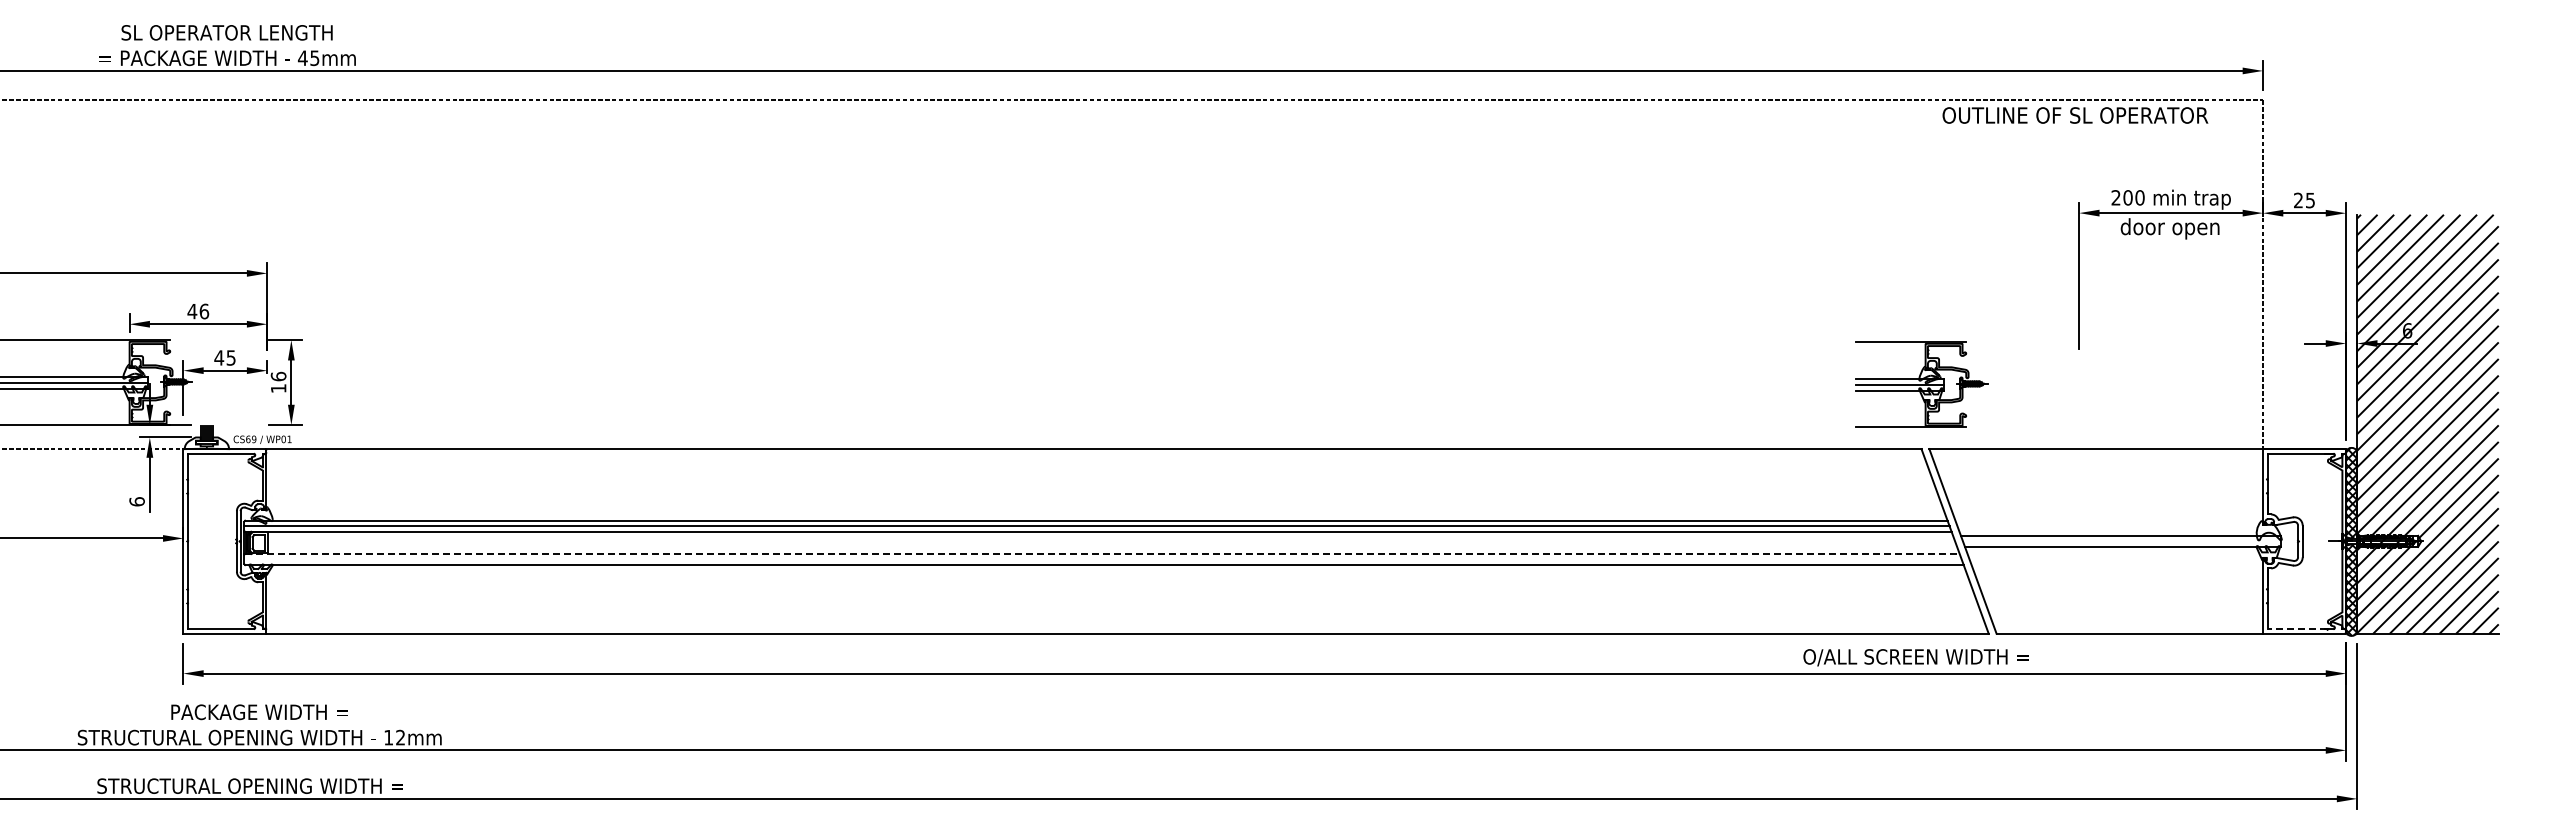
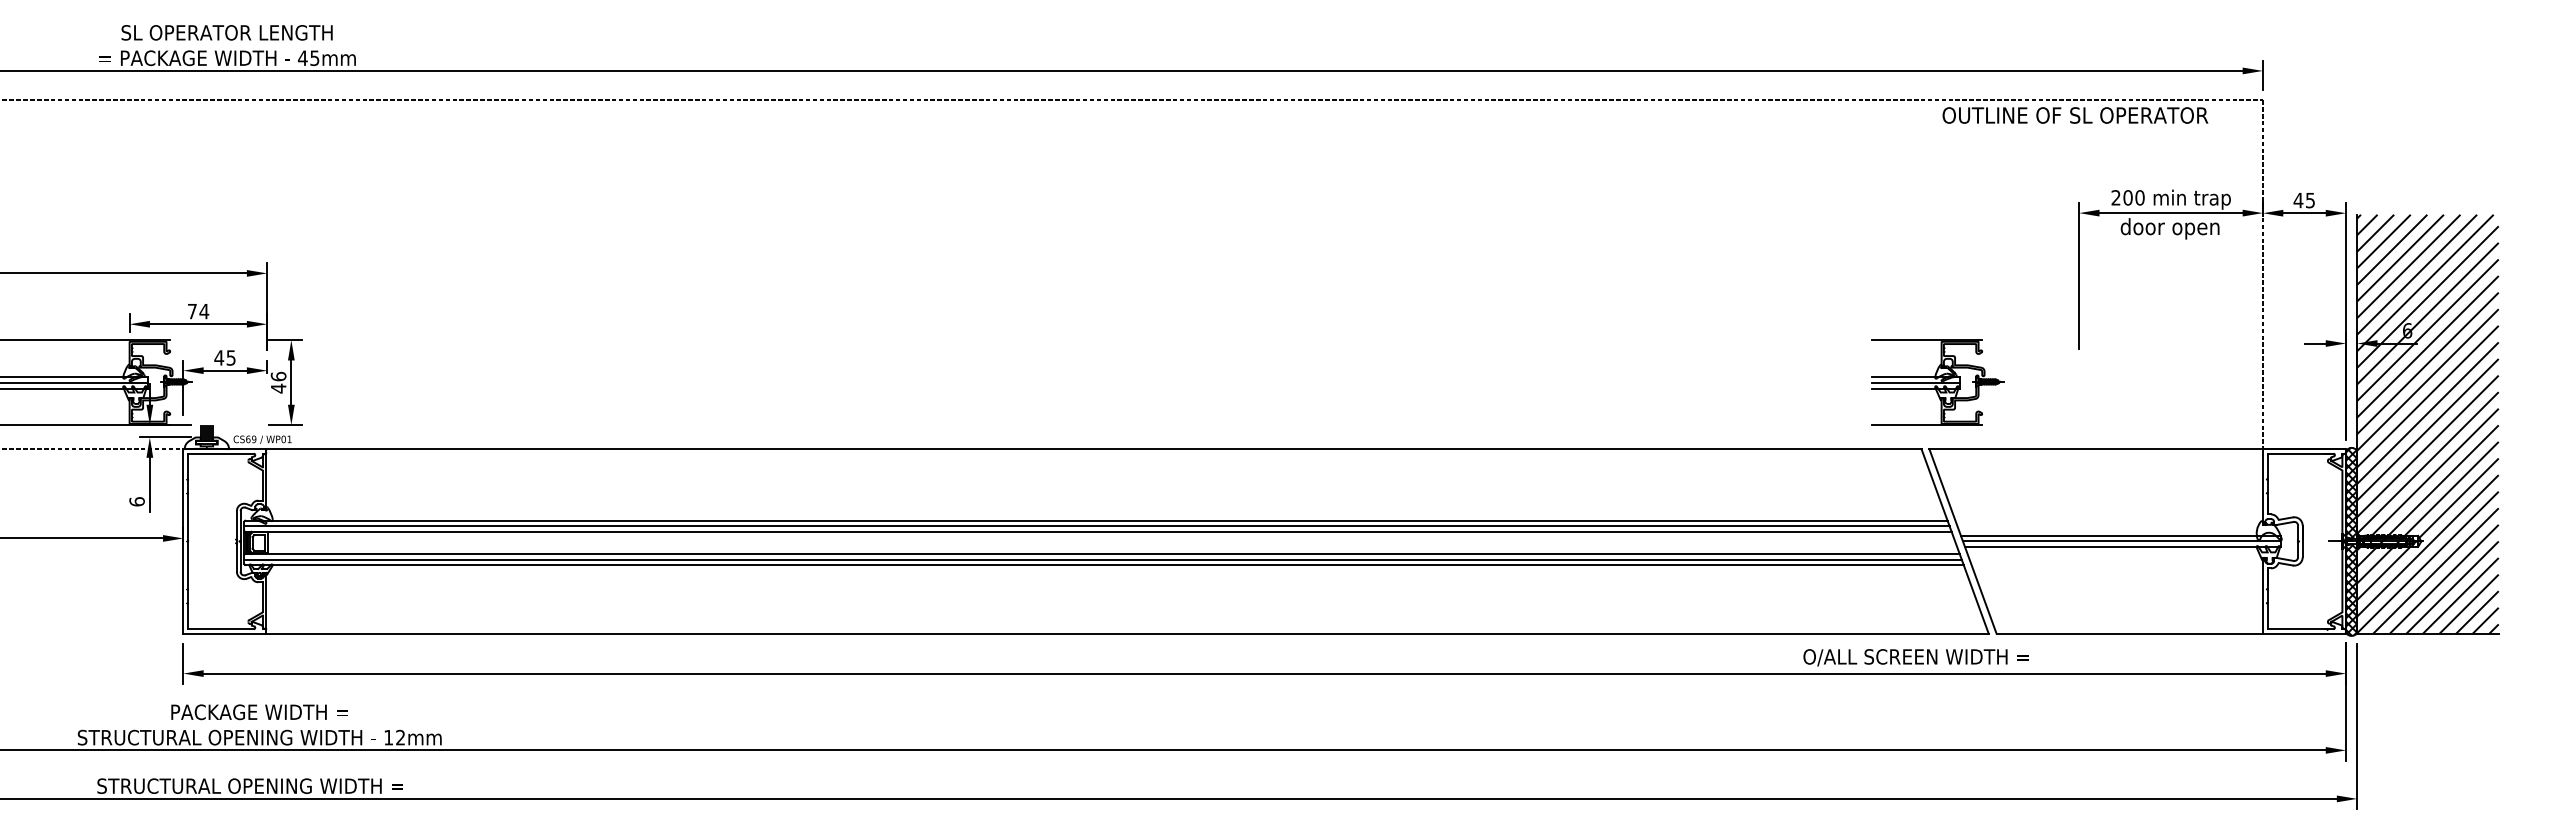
text at (2298, 200): 25 -> 45
text at (198, 311): 46 -> 74
part at (1921, 384) position: (1921, 384) -> (1937, 382)
text at (278, 388): 16 -> 46
line at (2122, 541): none -> present
line at (1102, 553): dashed -> solid
line at (1102, 559): none -> present
line at (2297, 629): dashed -> solid
